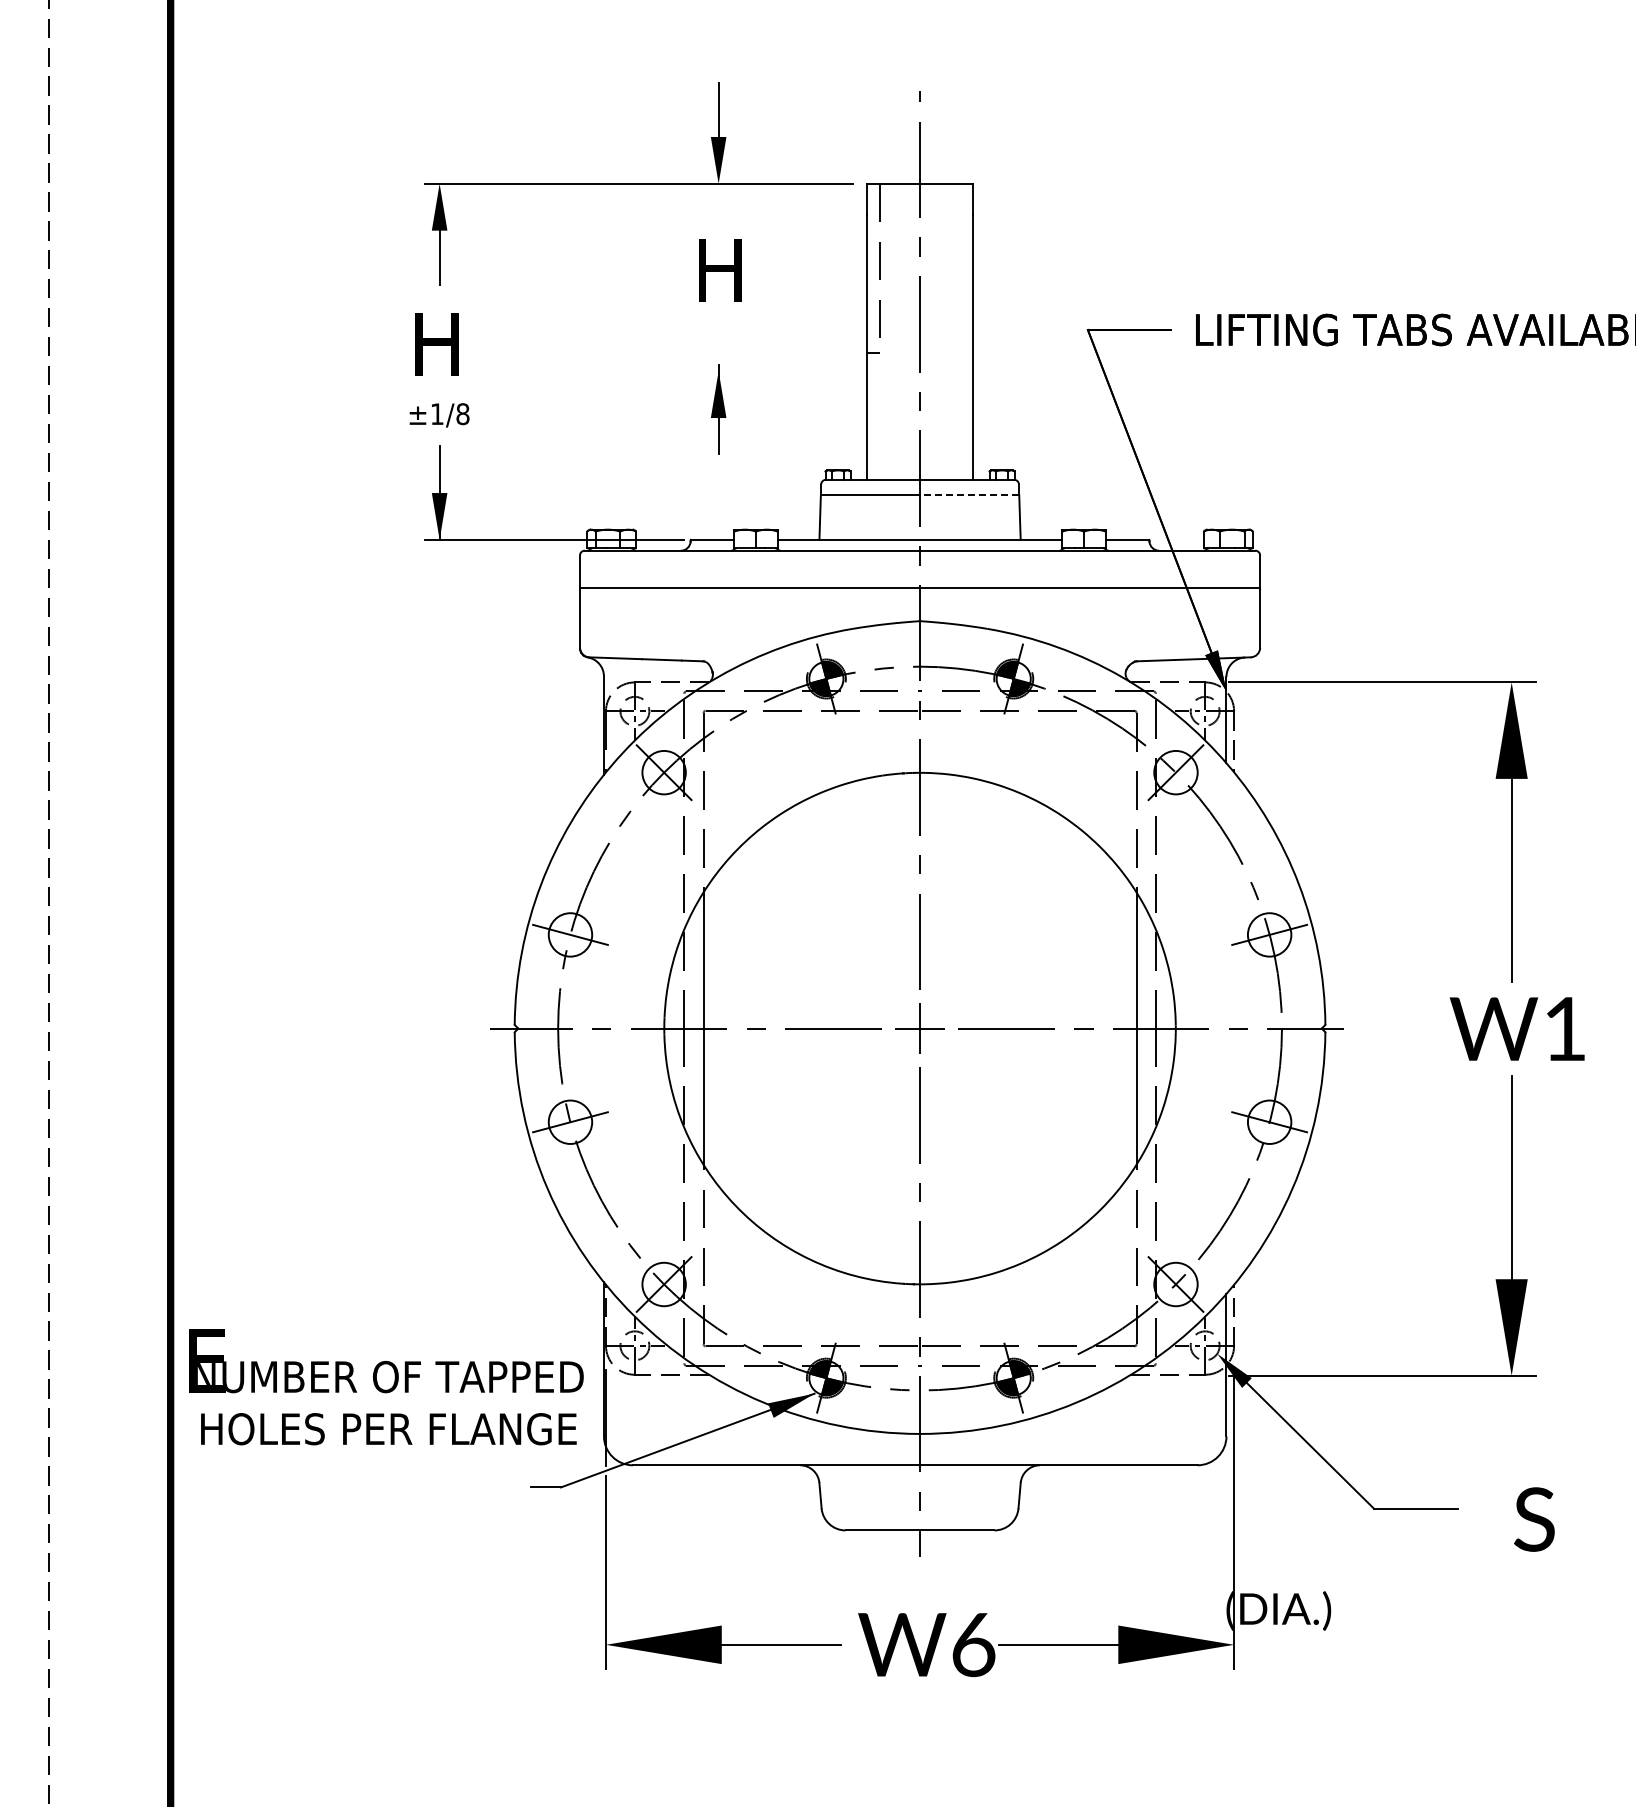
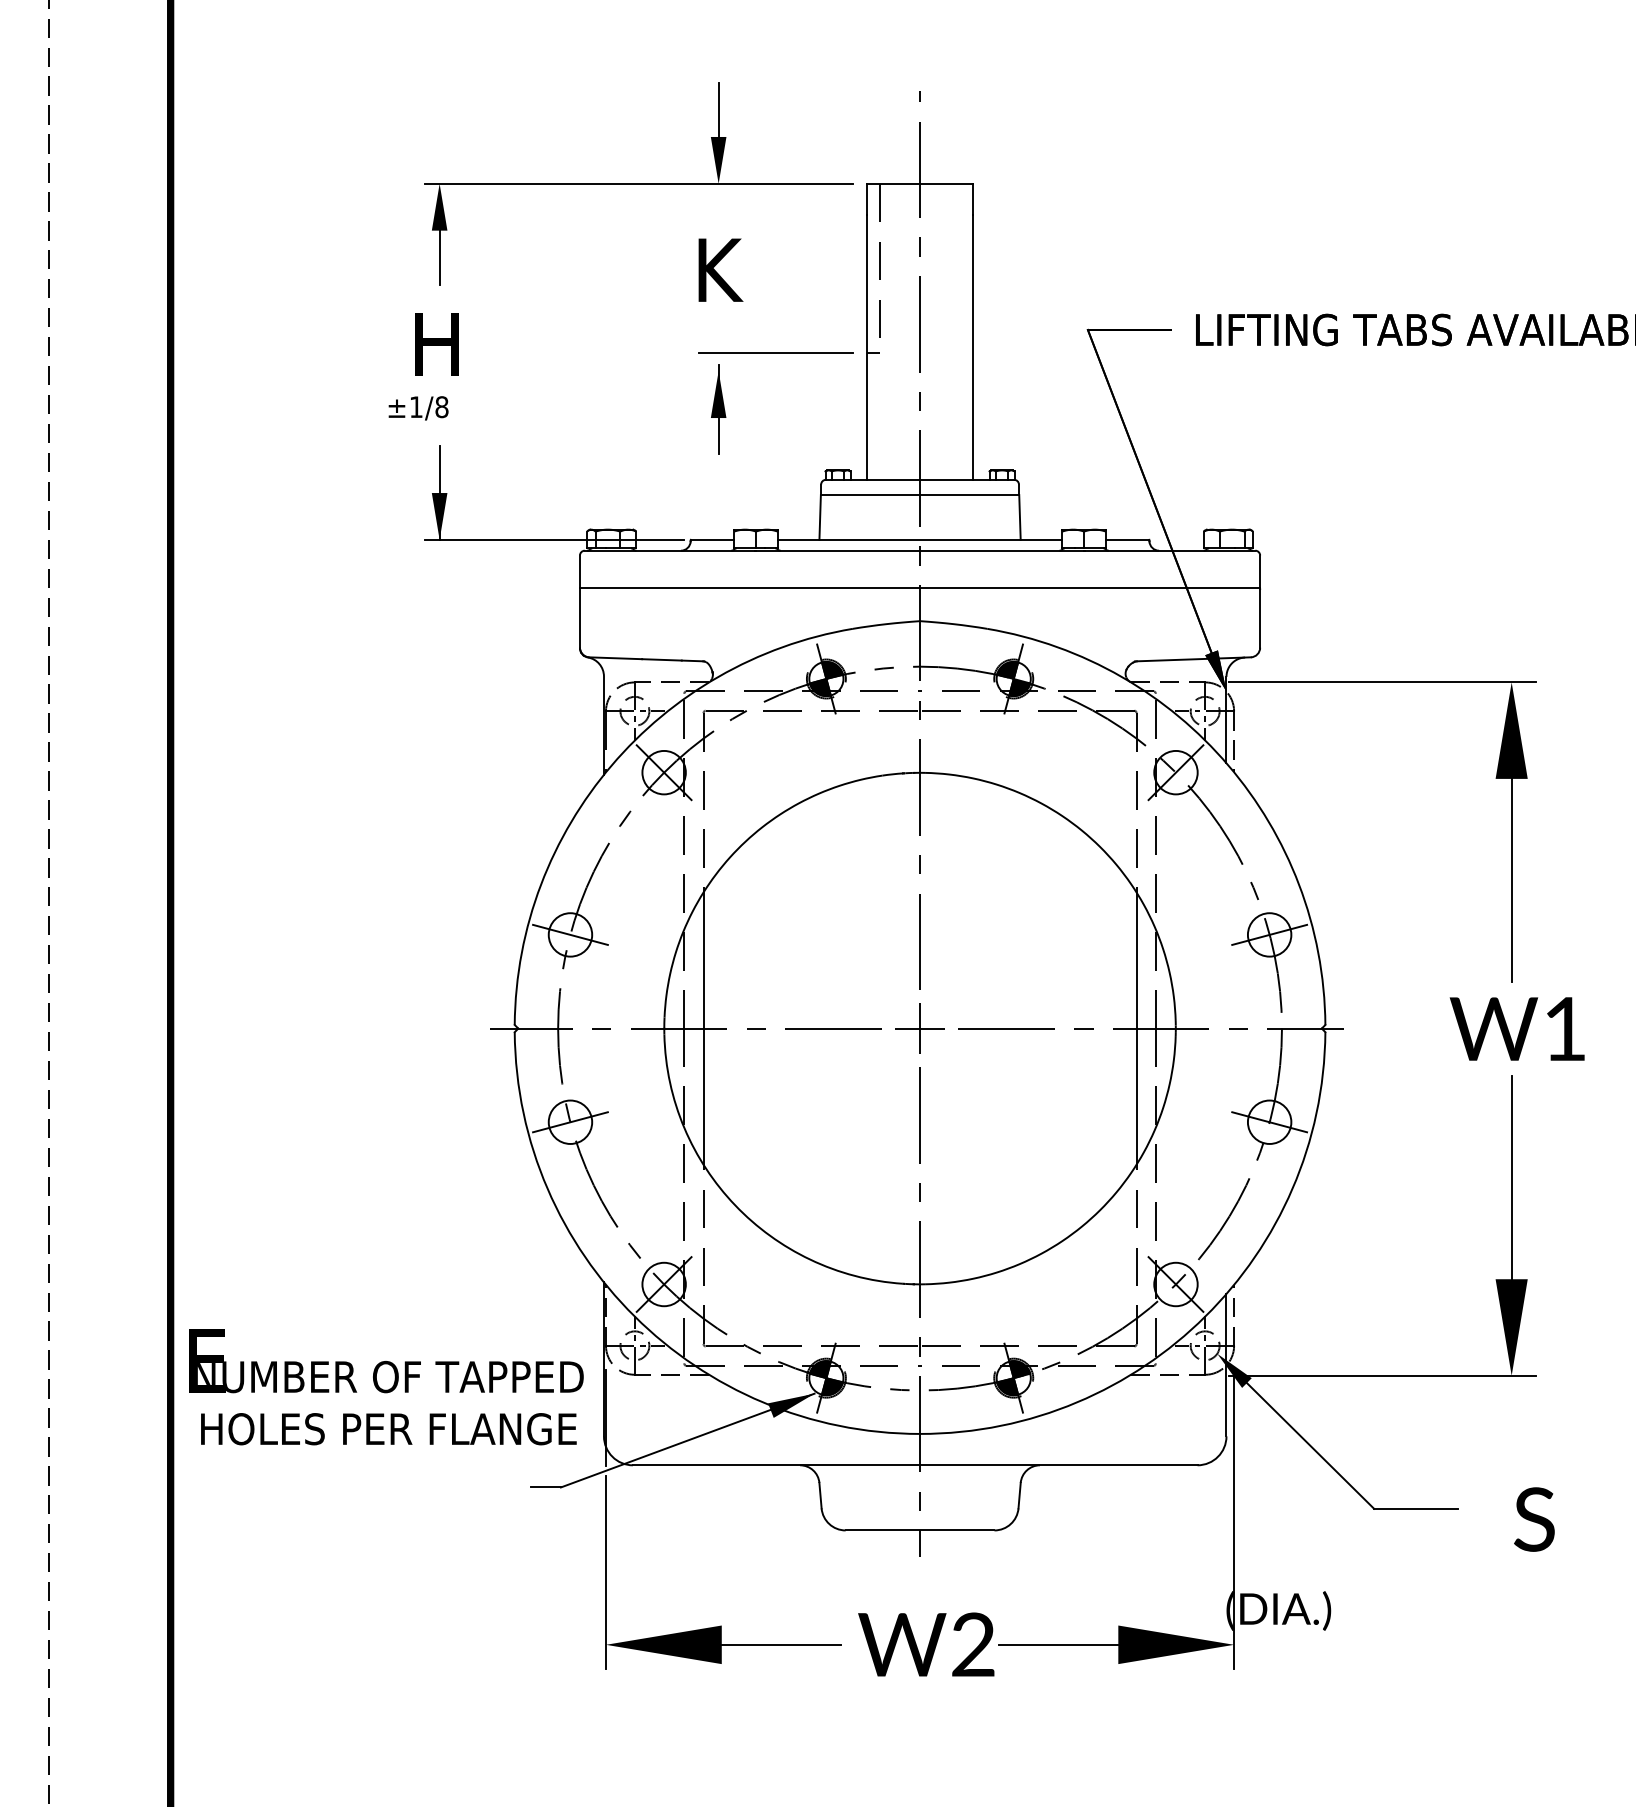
text at (720, 269): H -> K
line at (775, 353): none -> present
text at (439, 415) position: (439, 415) -> (418, 408)
line at (969, 495): dashed -> solid
text at (973, 1644): W6 -> W2
